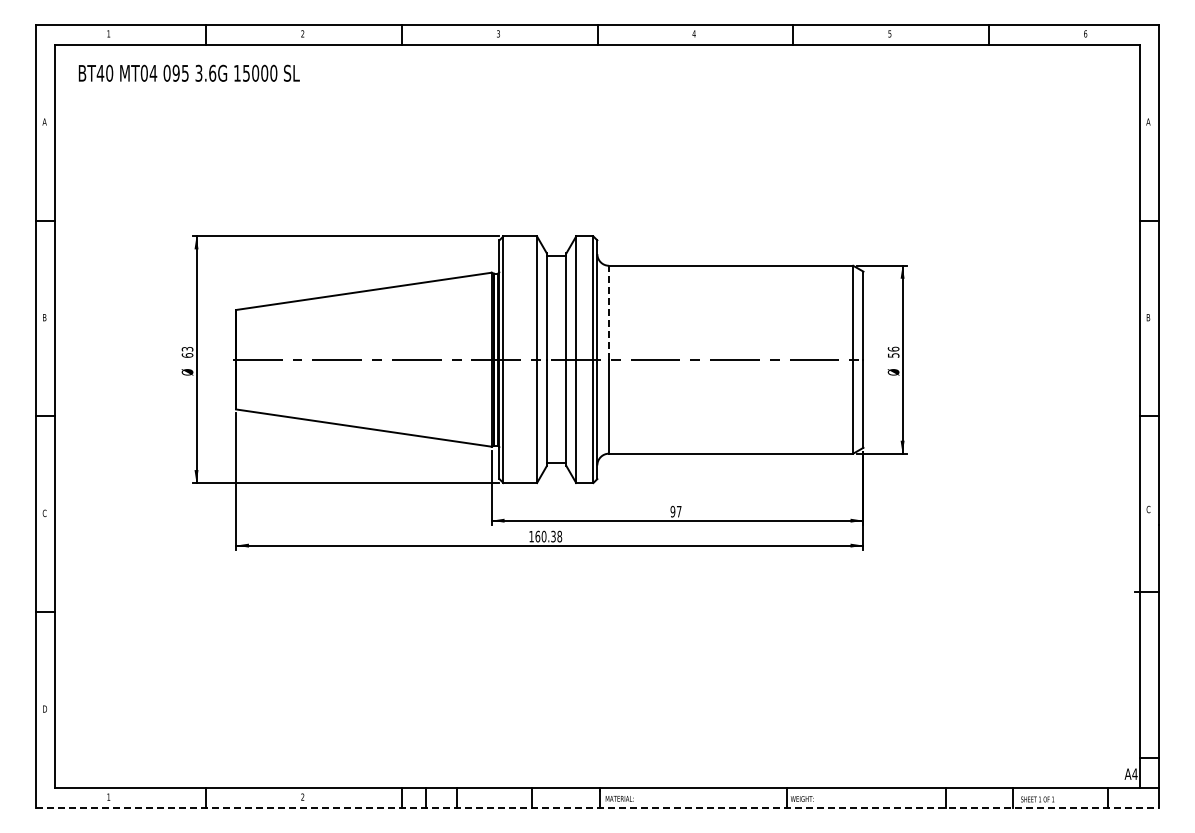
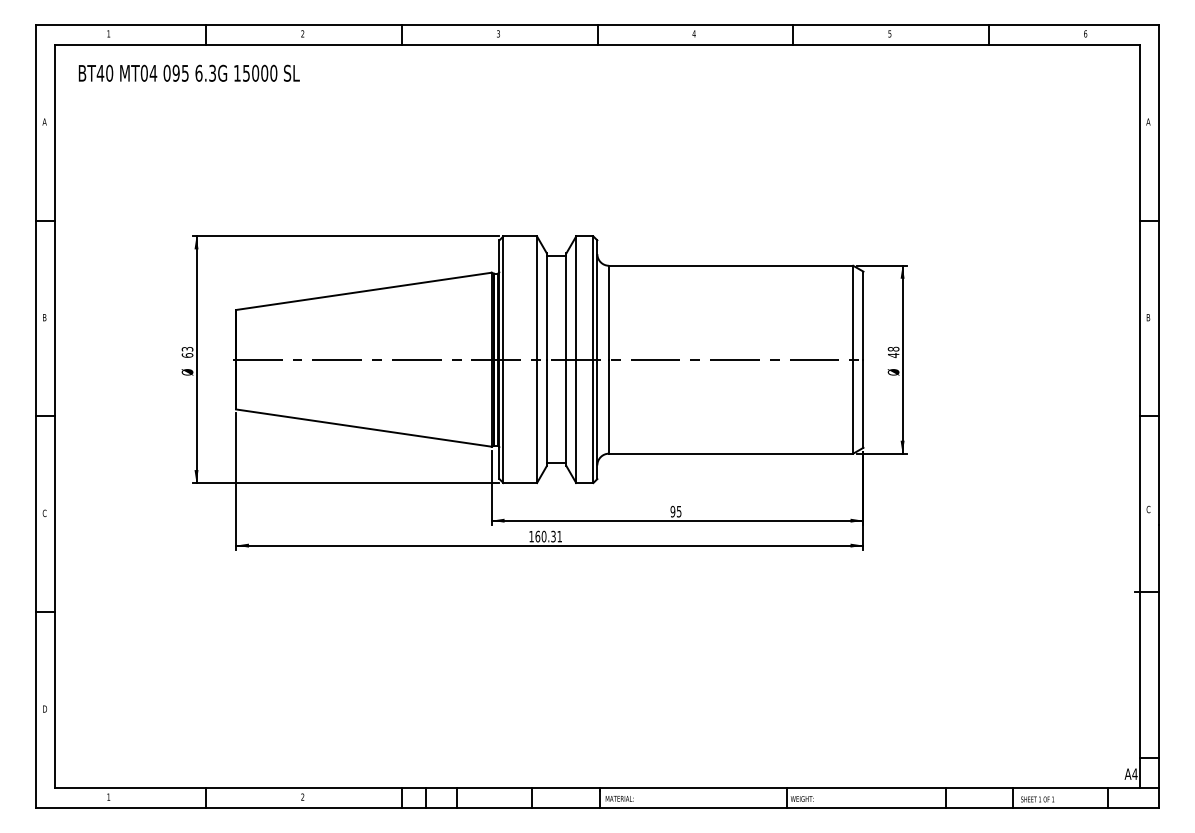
text at (205, 72): 3.6G -> 6.3G
line at (609, 312): dashed -> solid
text at (893, 352): 56 -> 48
text at (678, 511): 97 -> 95
text at (559, 536): 160.38 -> 160.31
line at (597, 807): dashed -> solid
